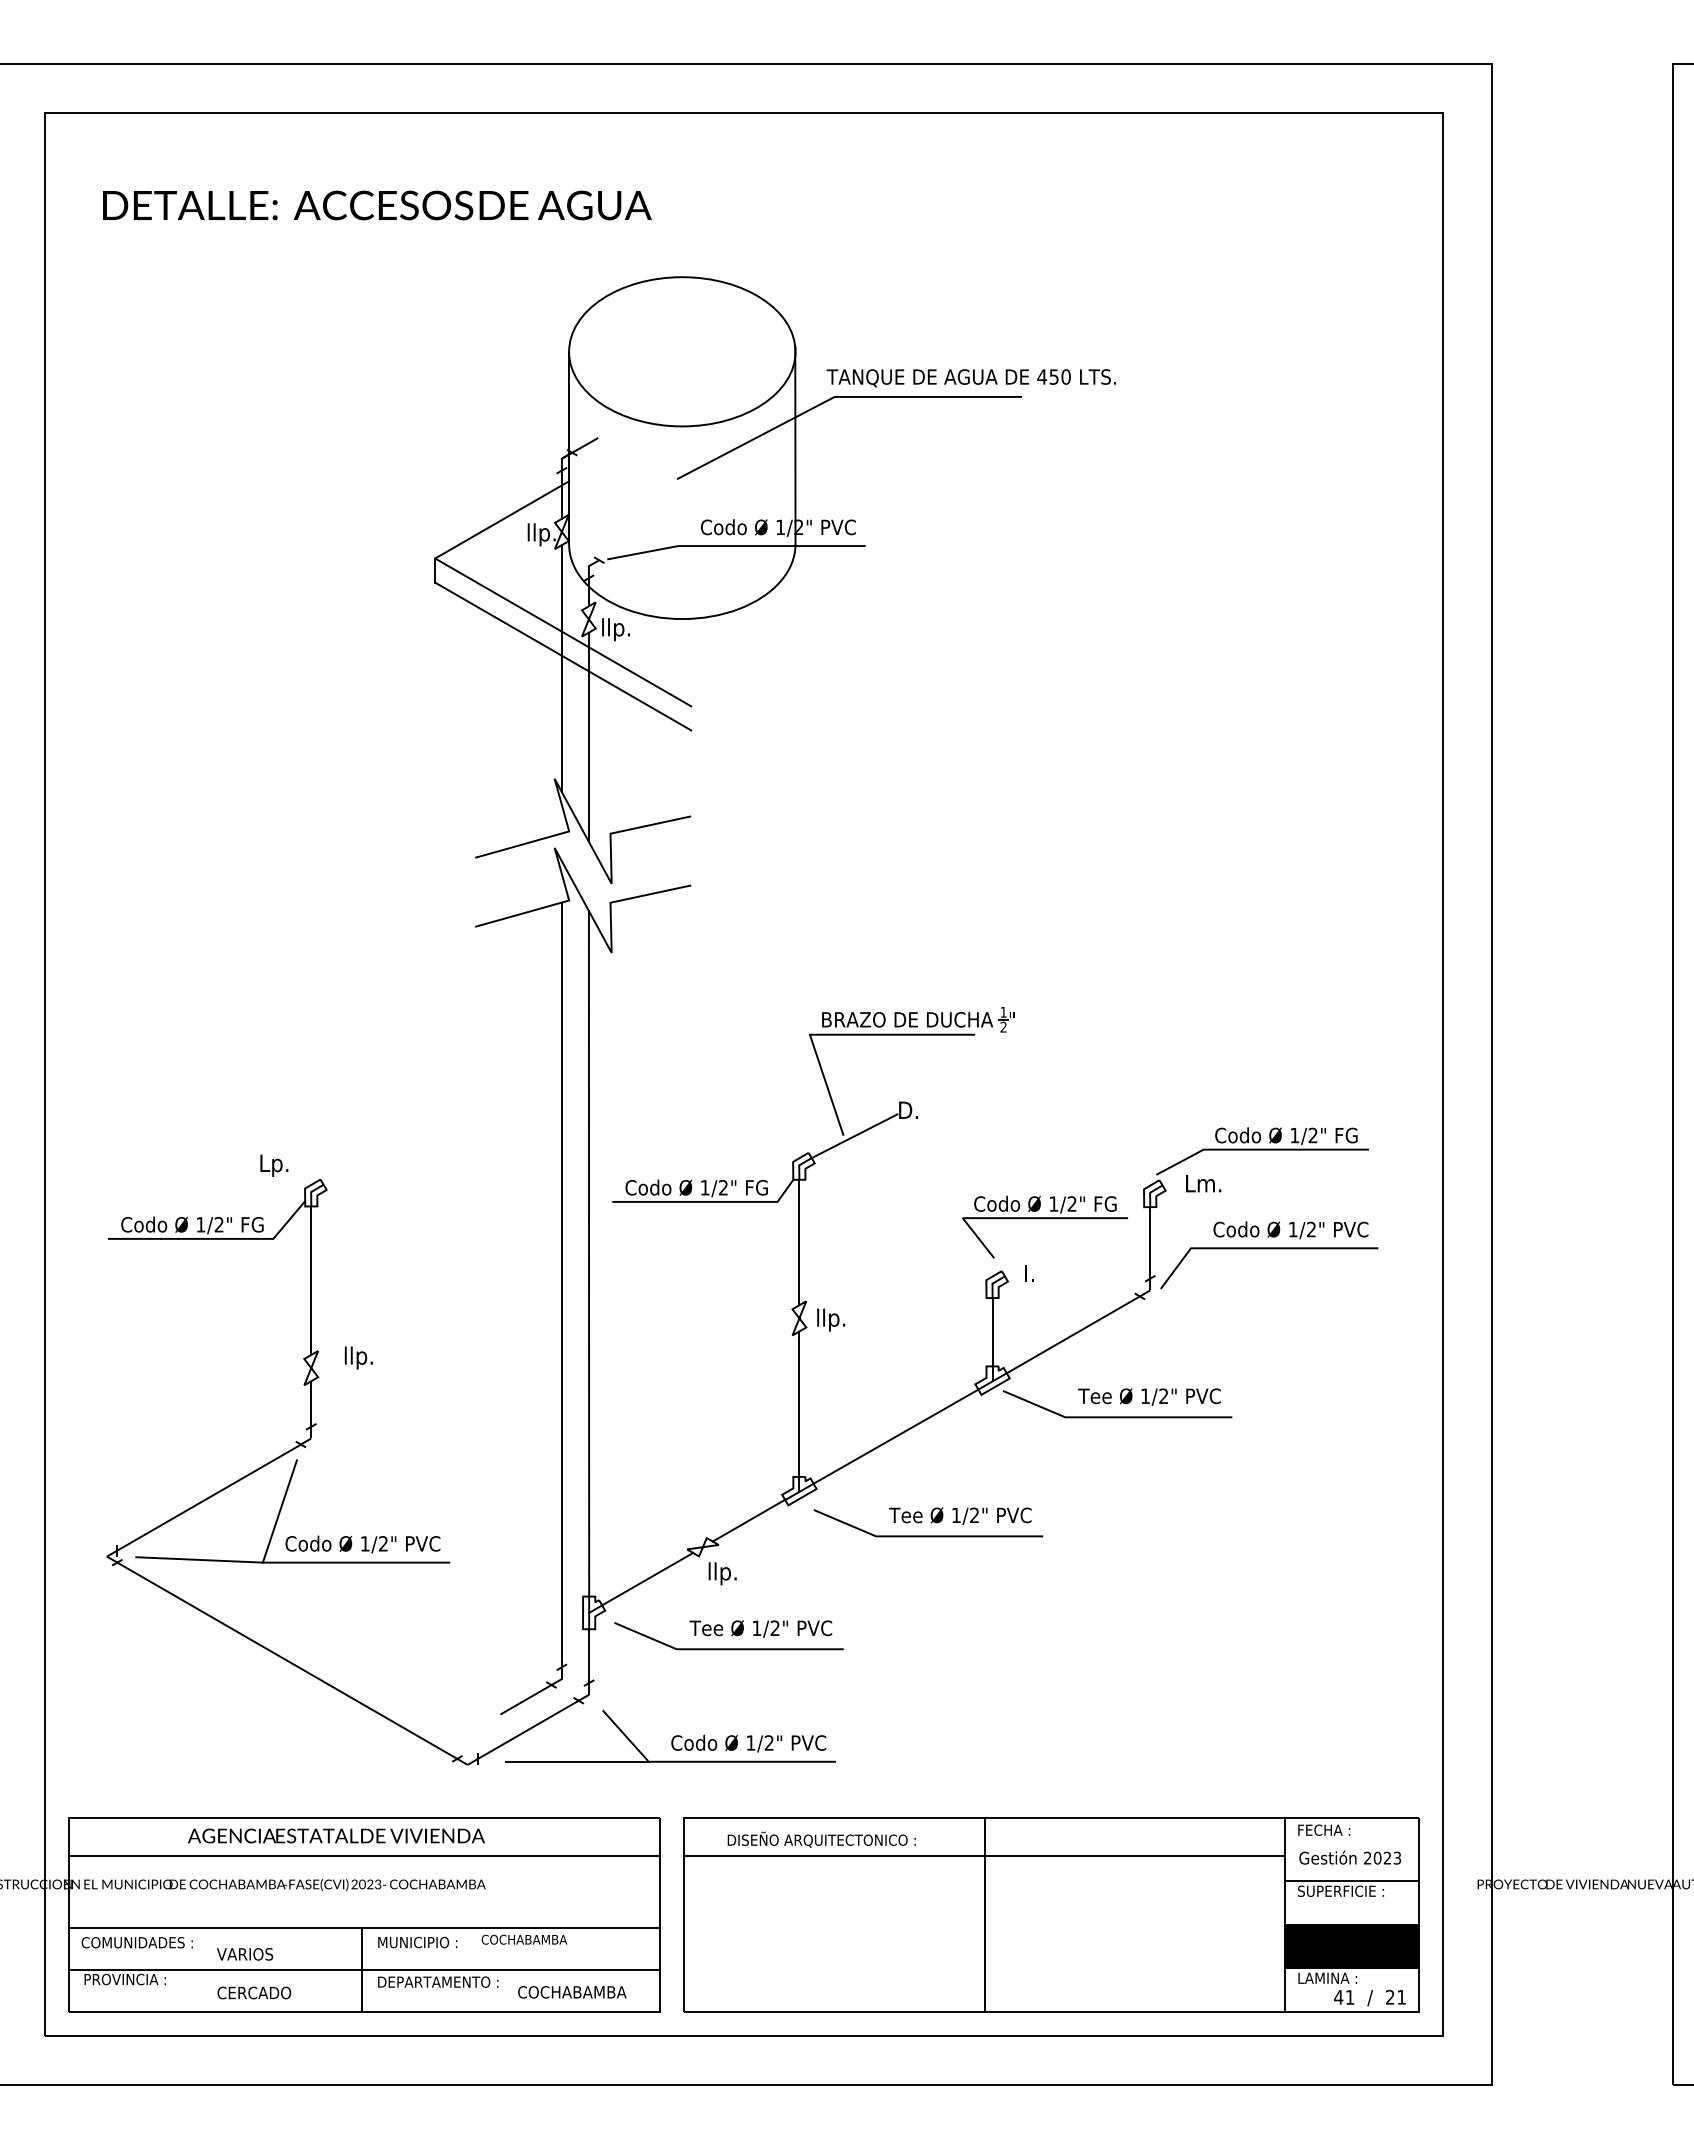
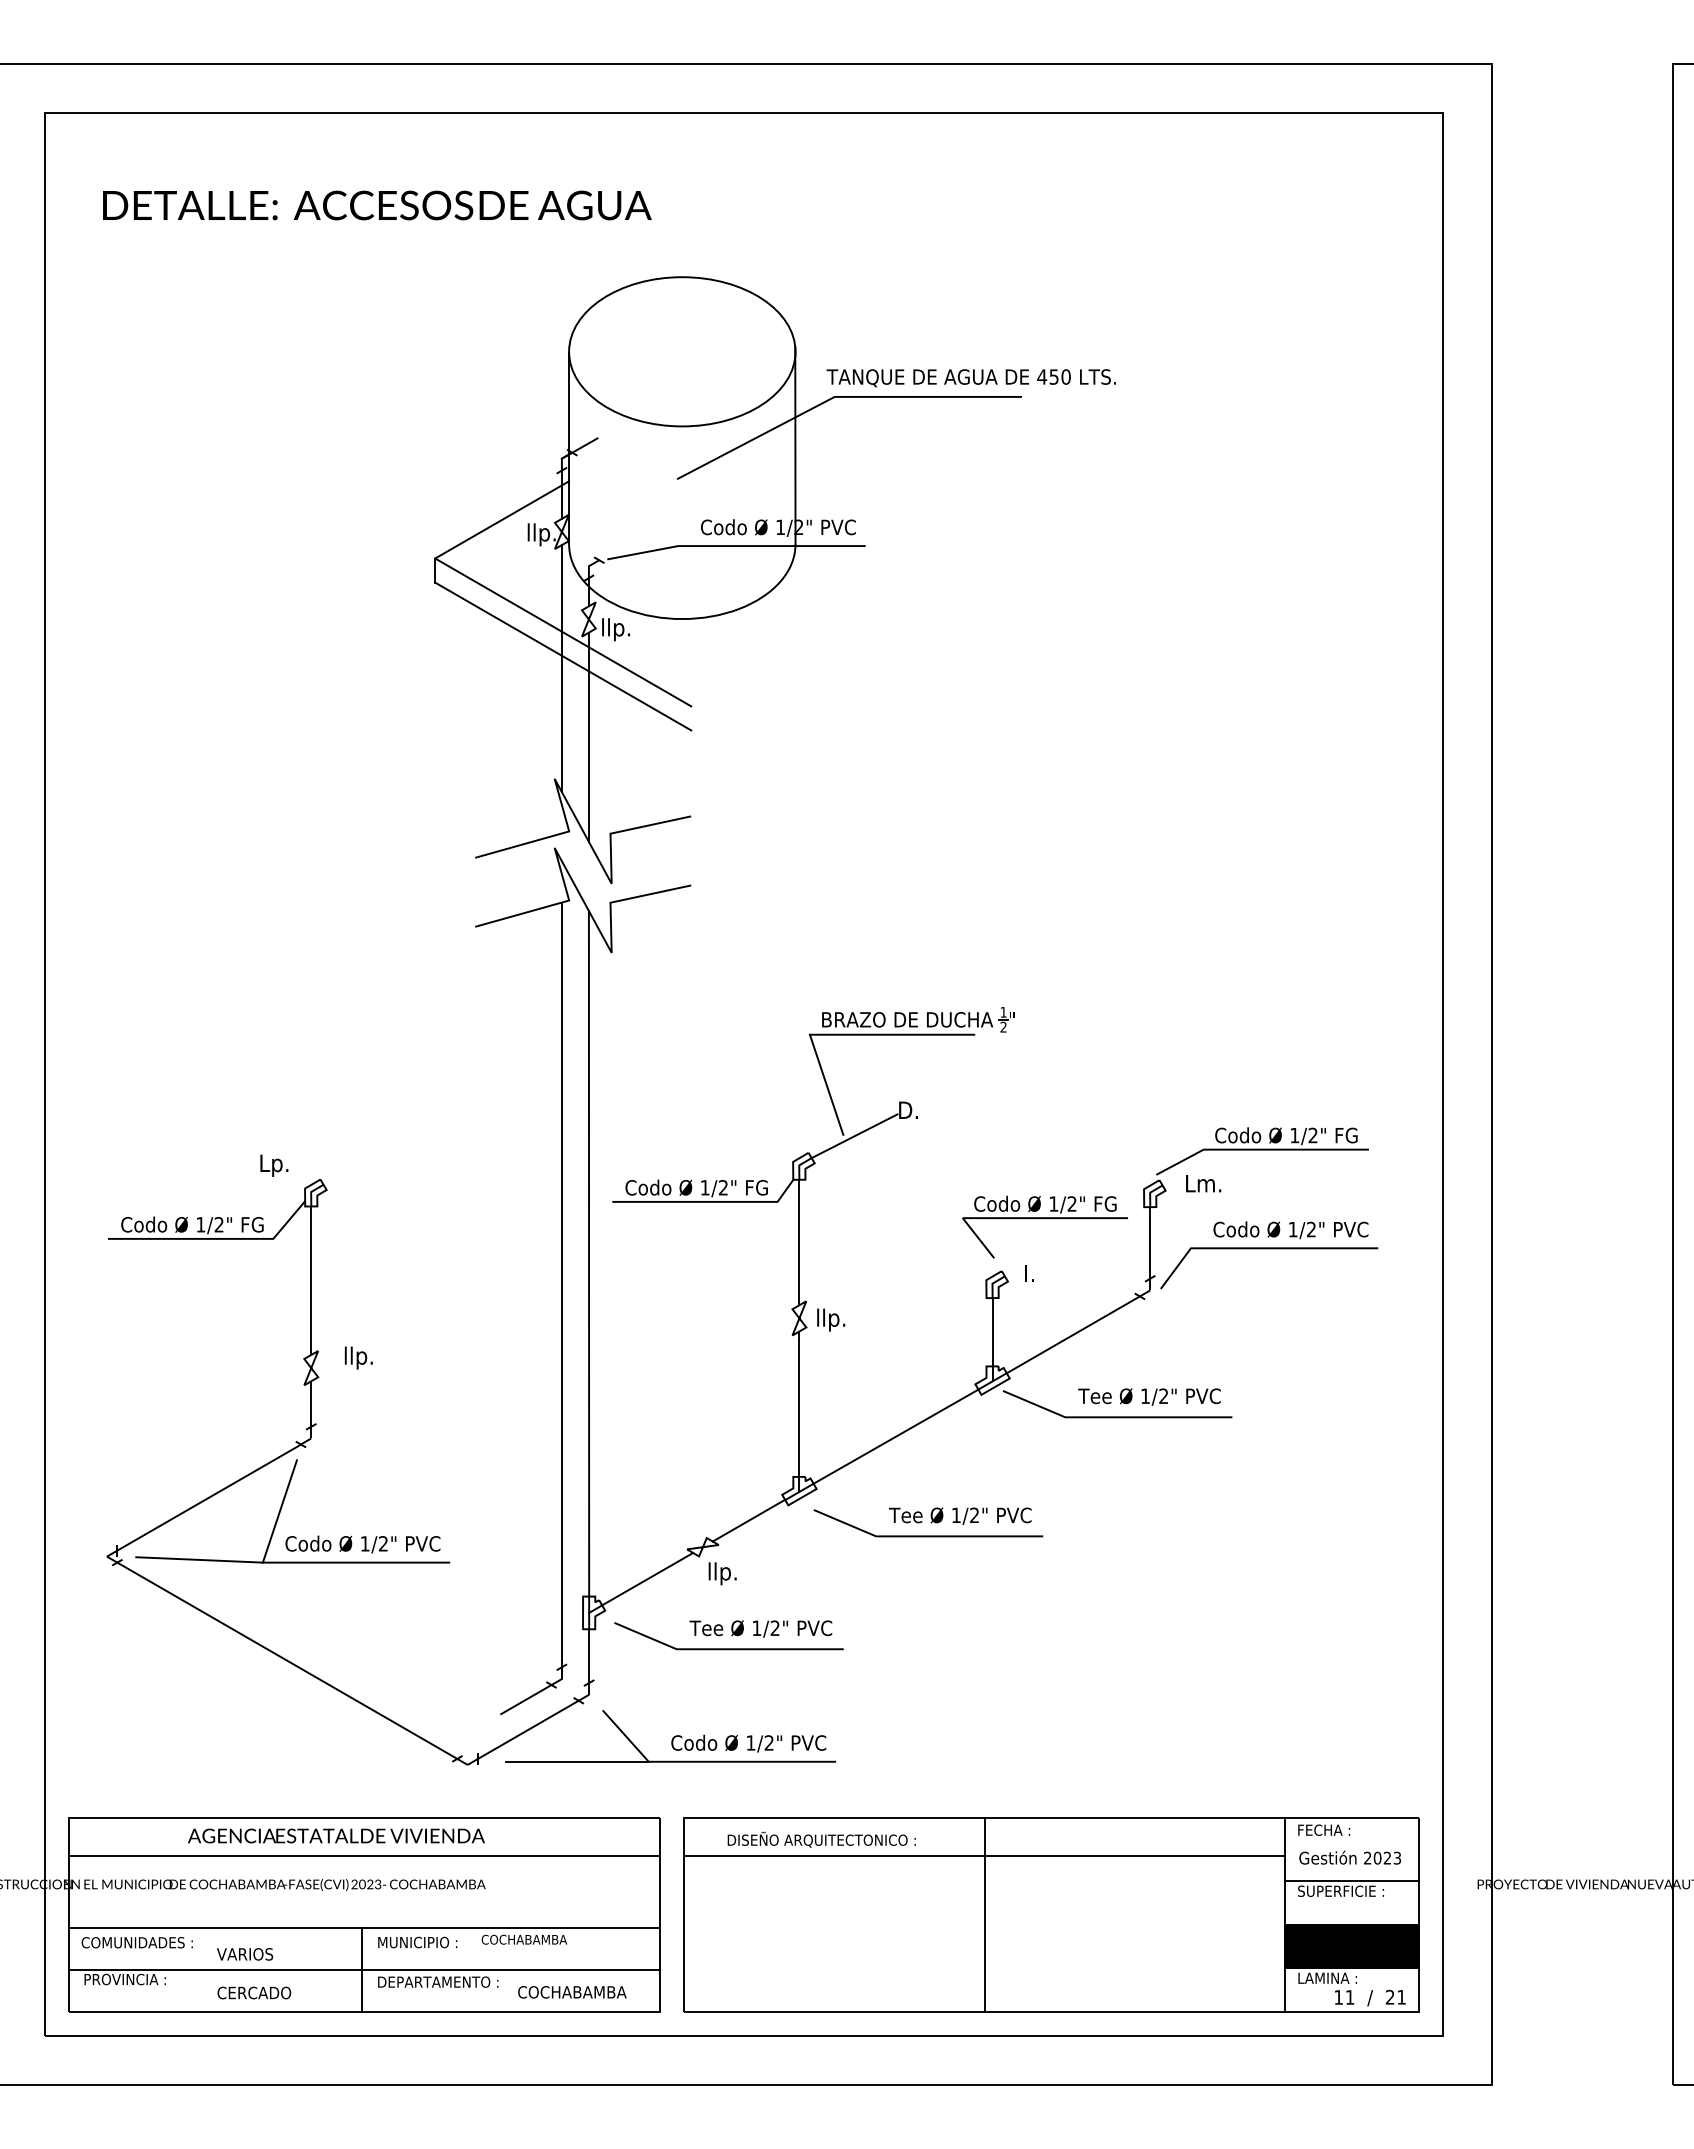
text at (1338, 1997): 41 -> 11
